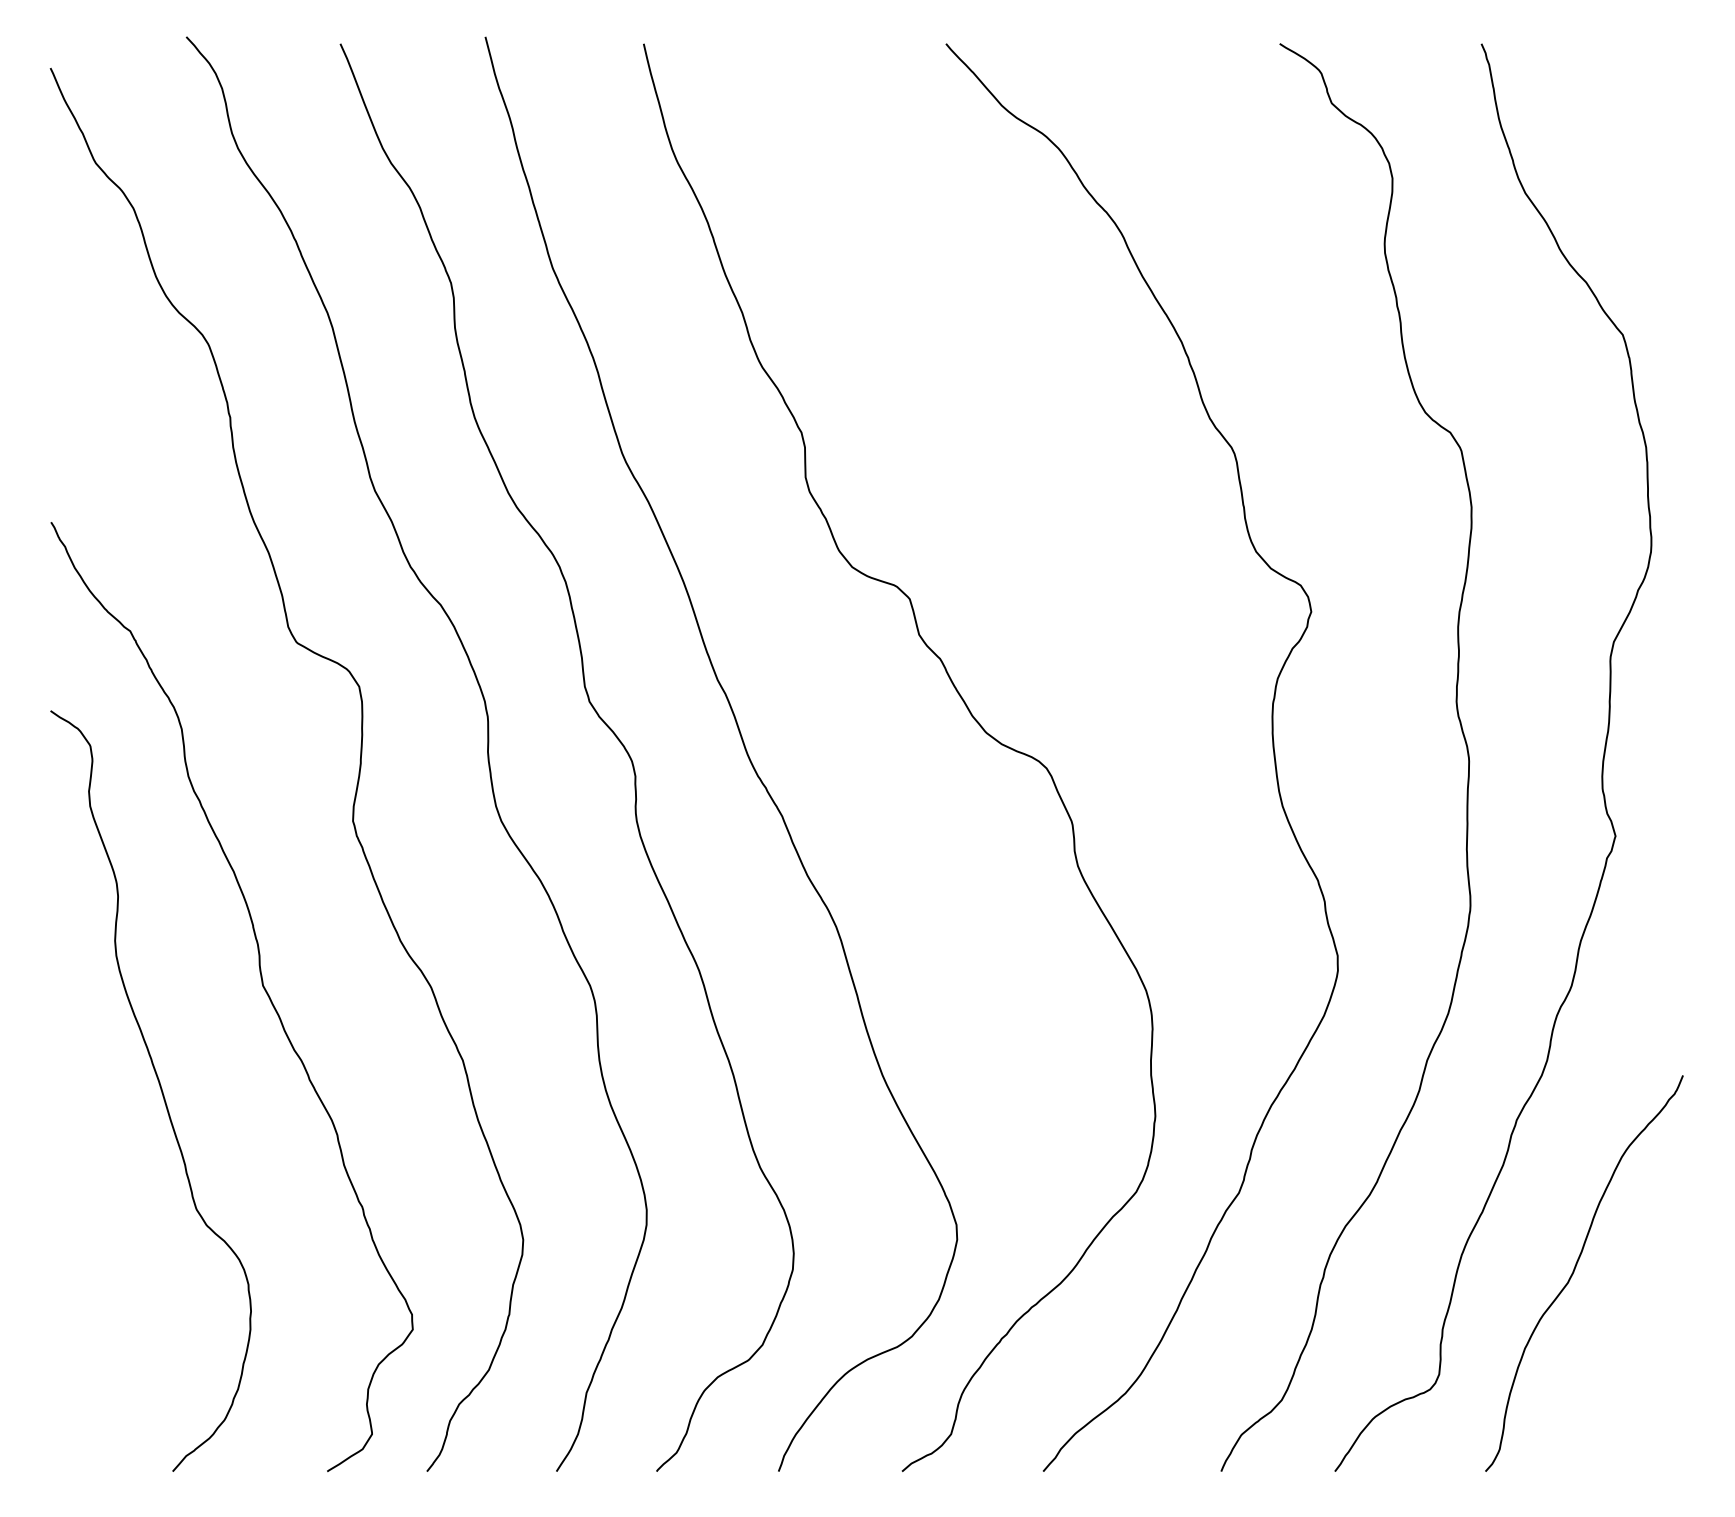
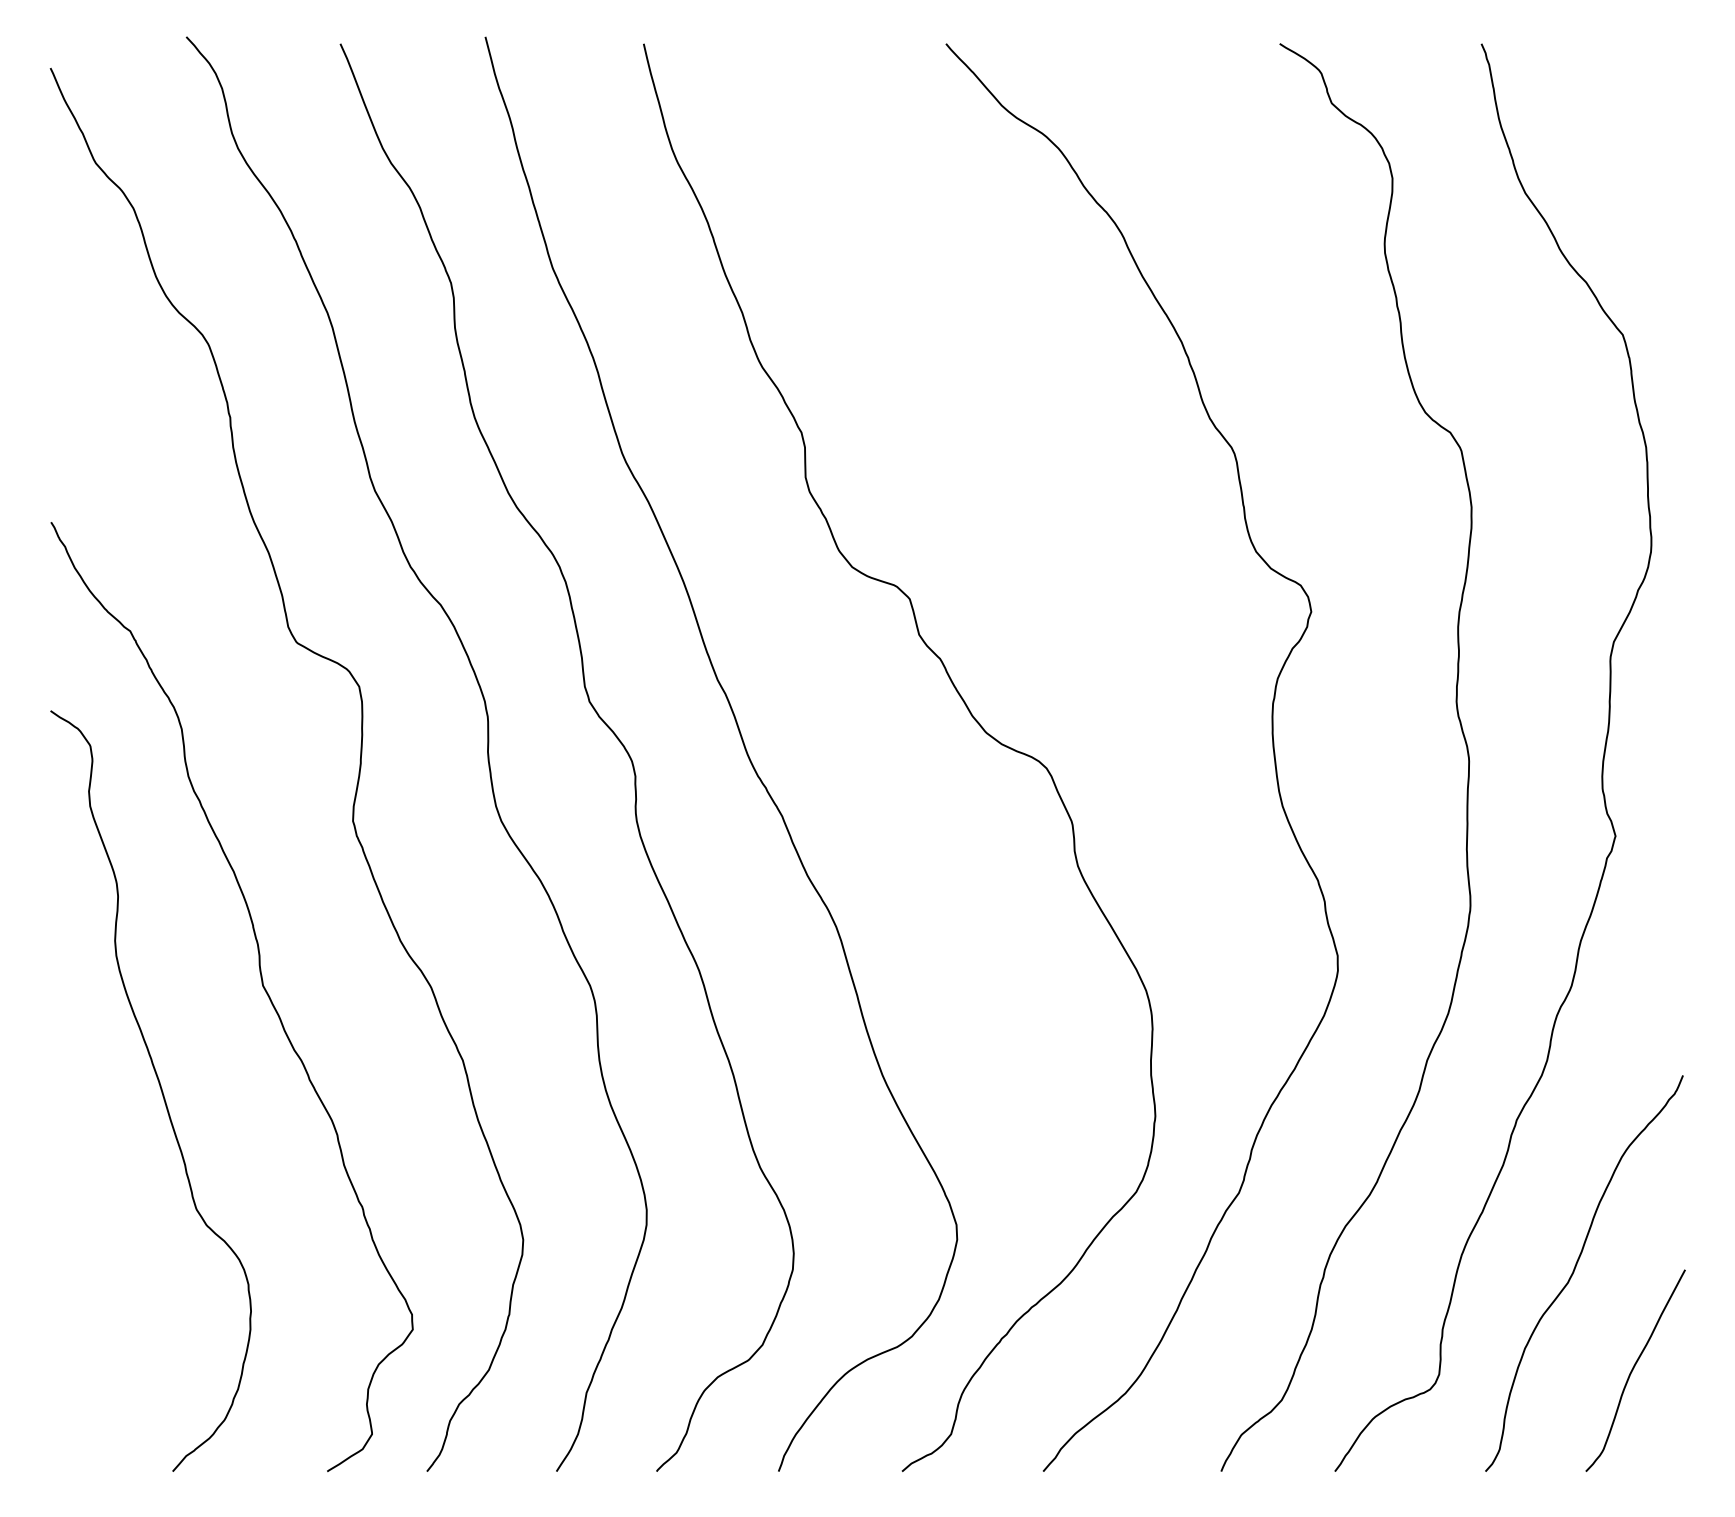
curve at (1633, 1370): none -> present
